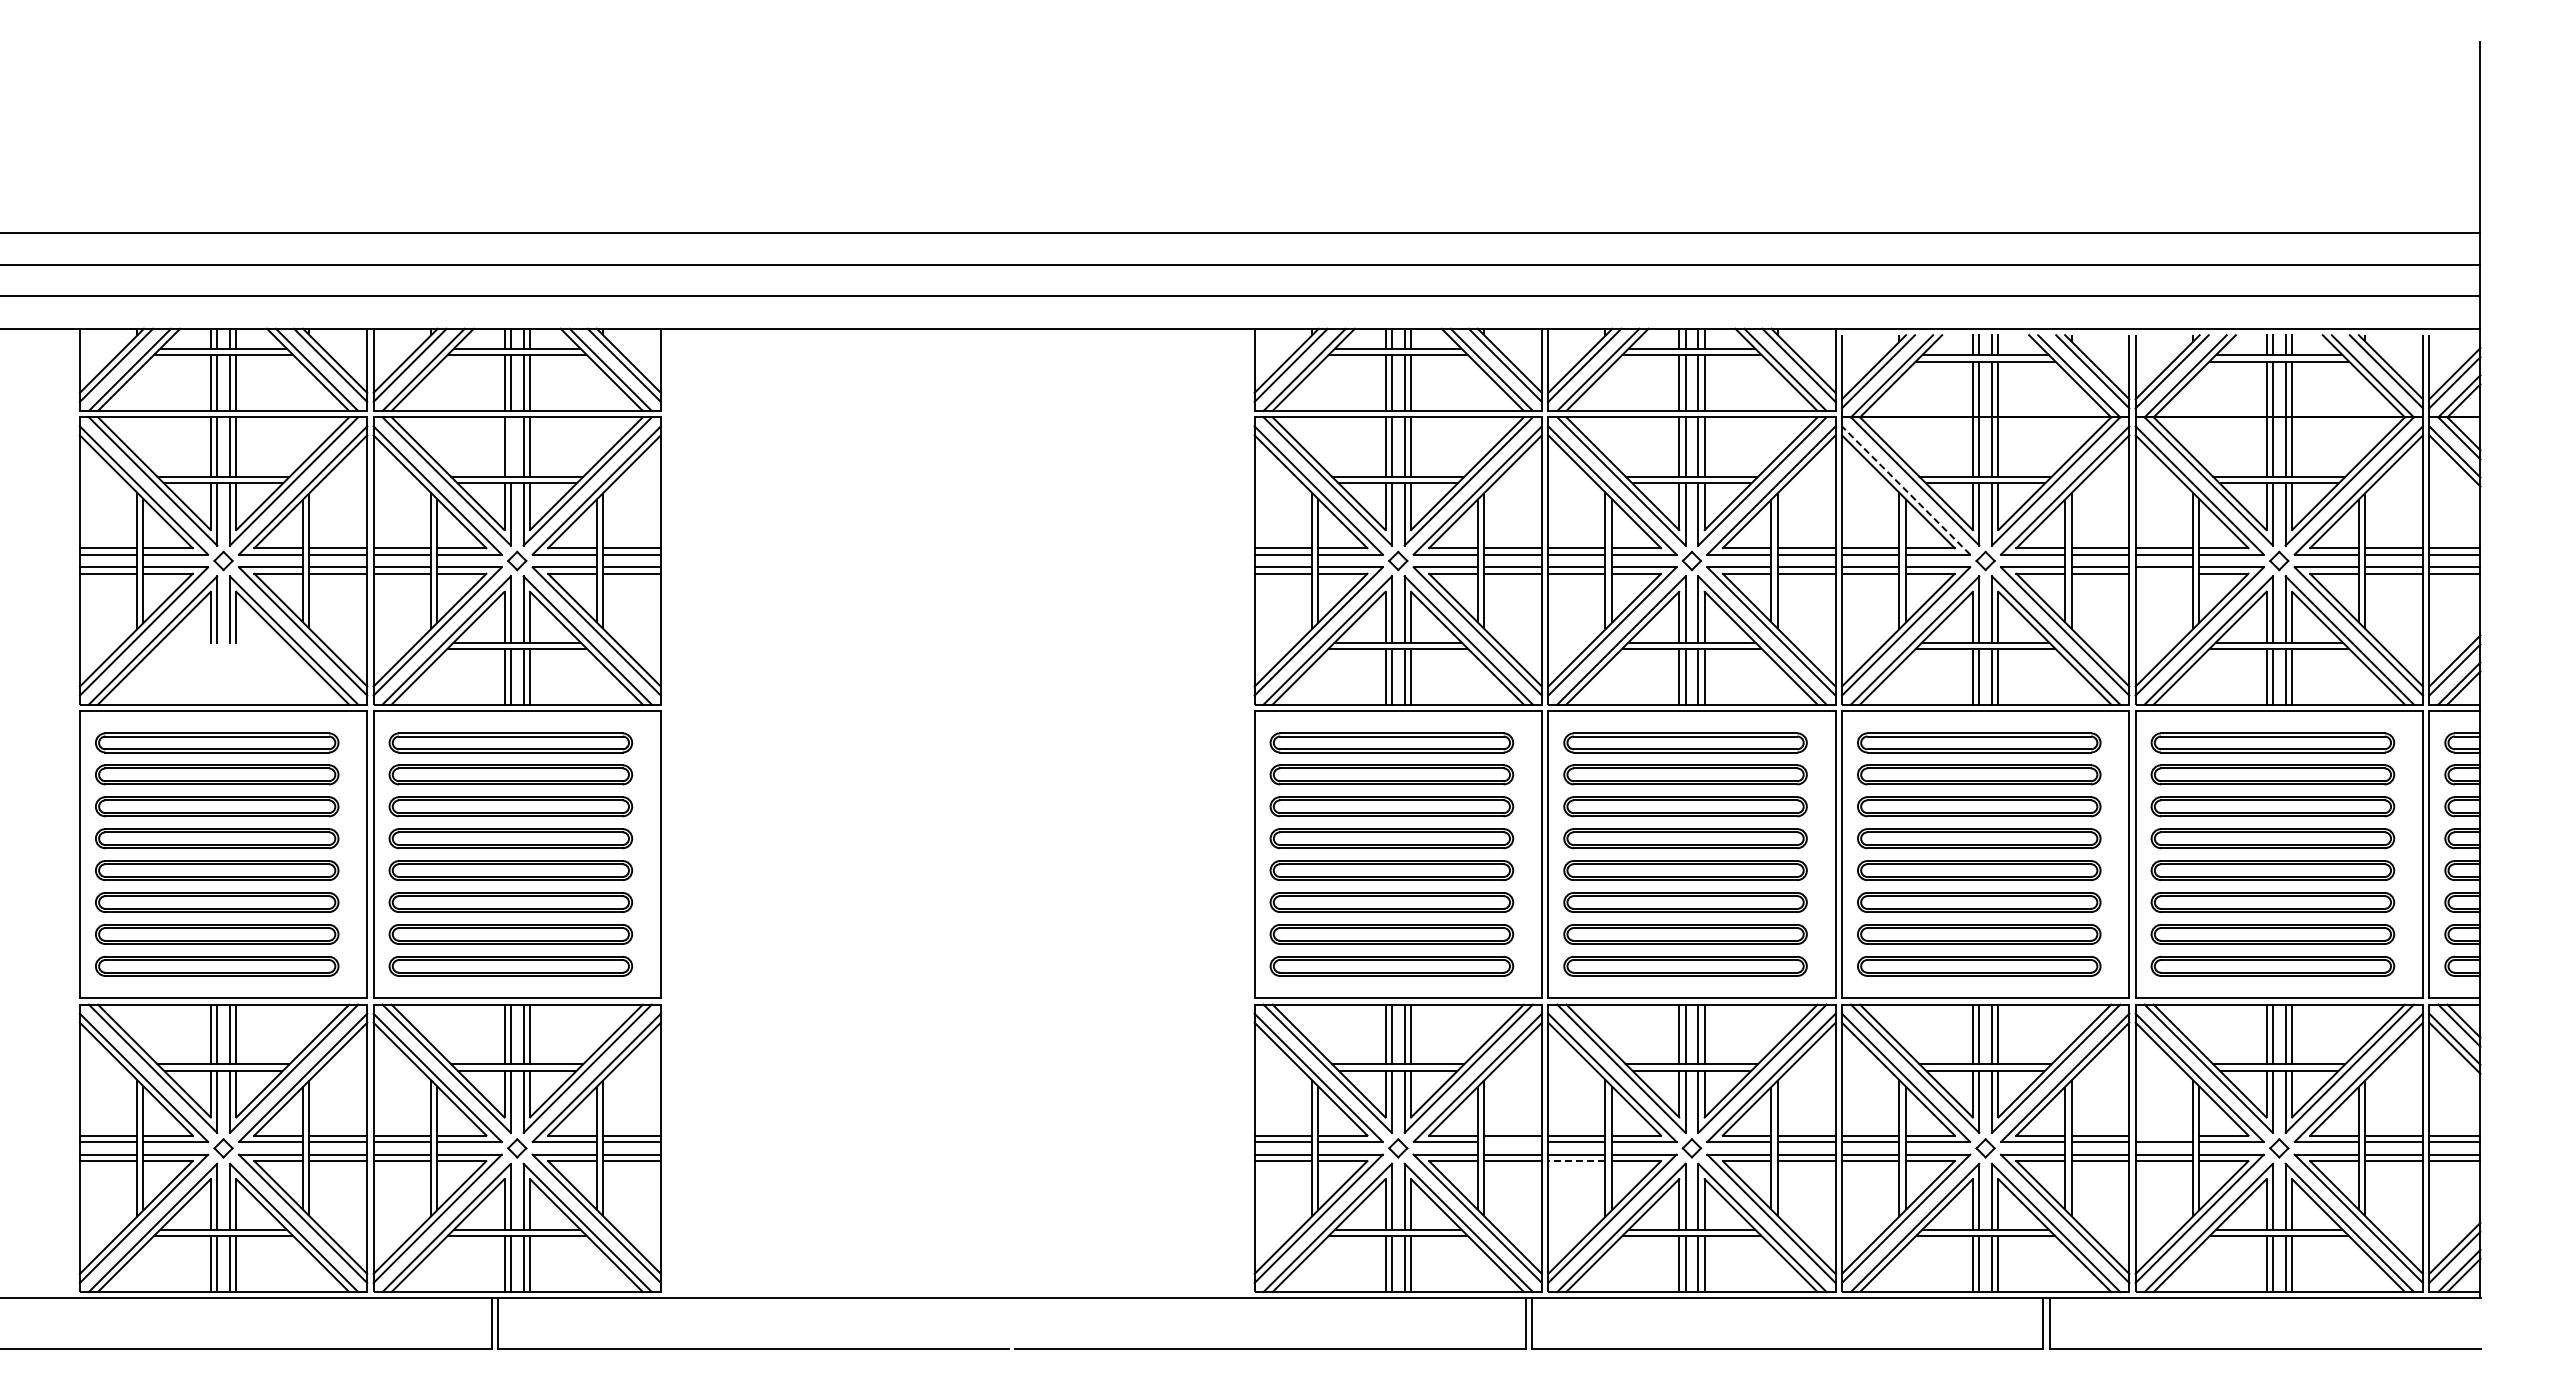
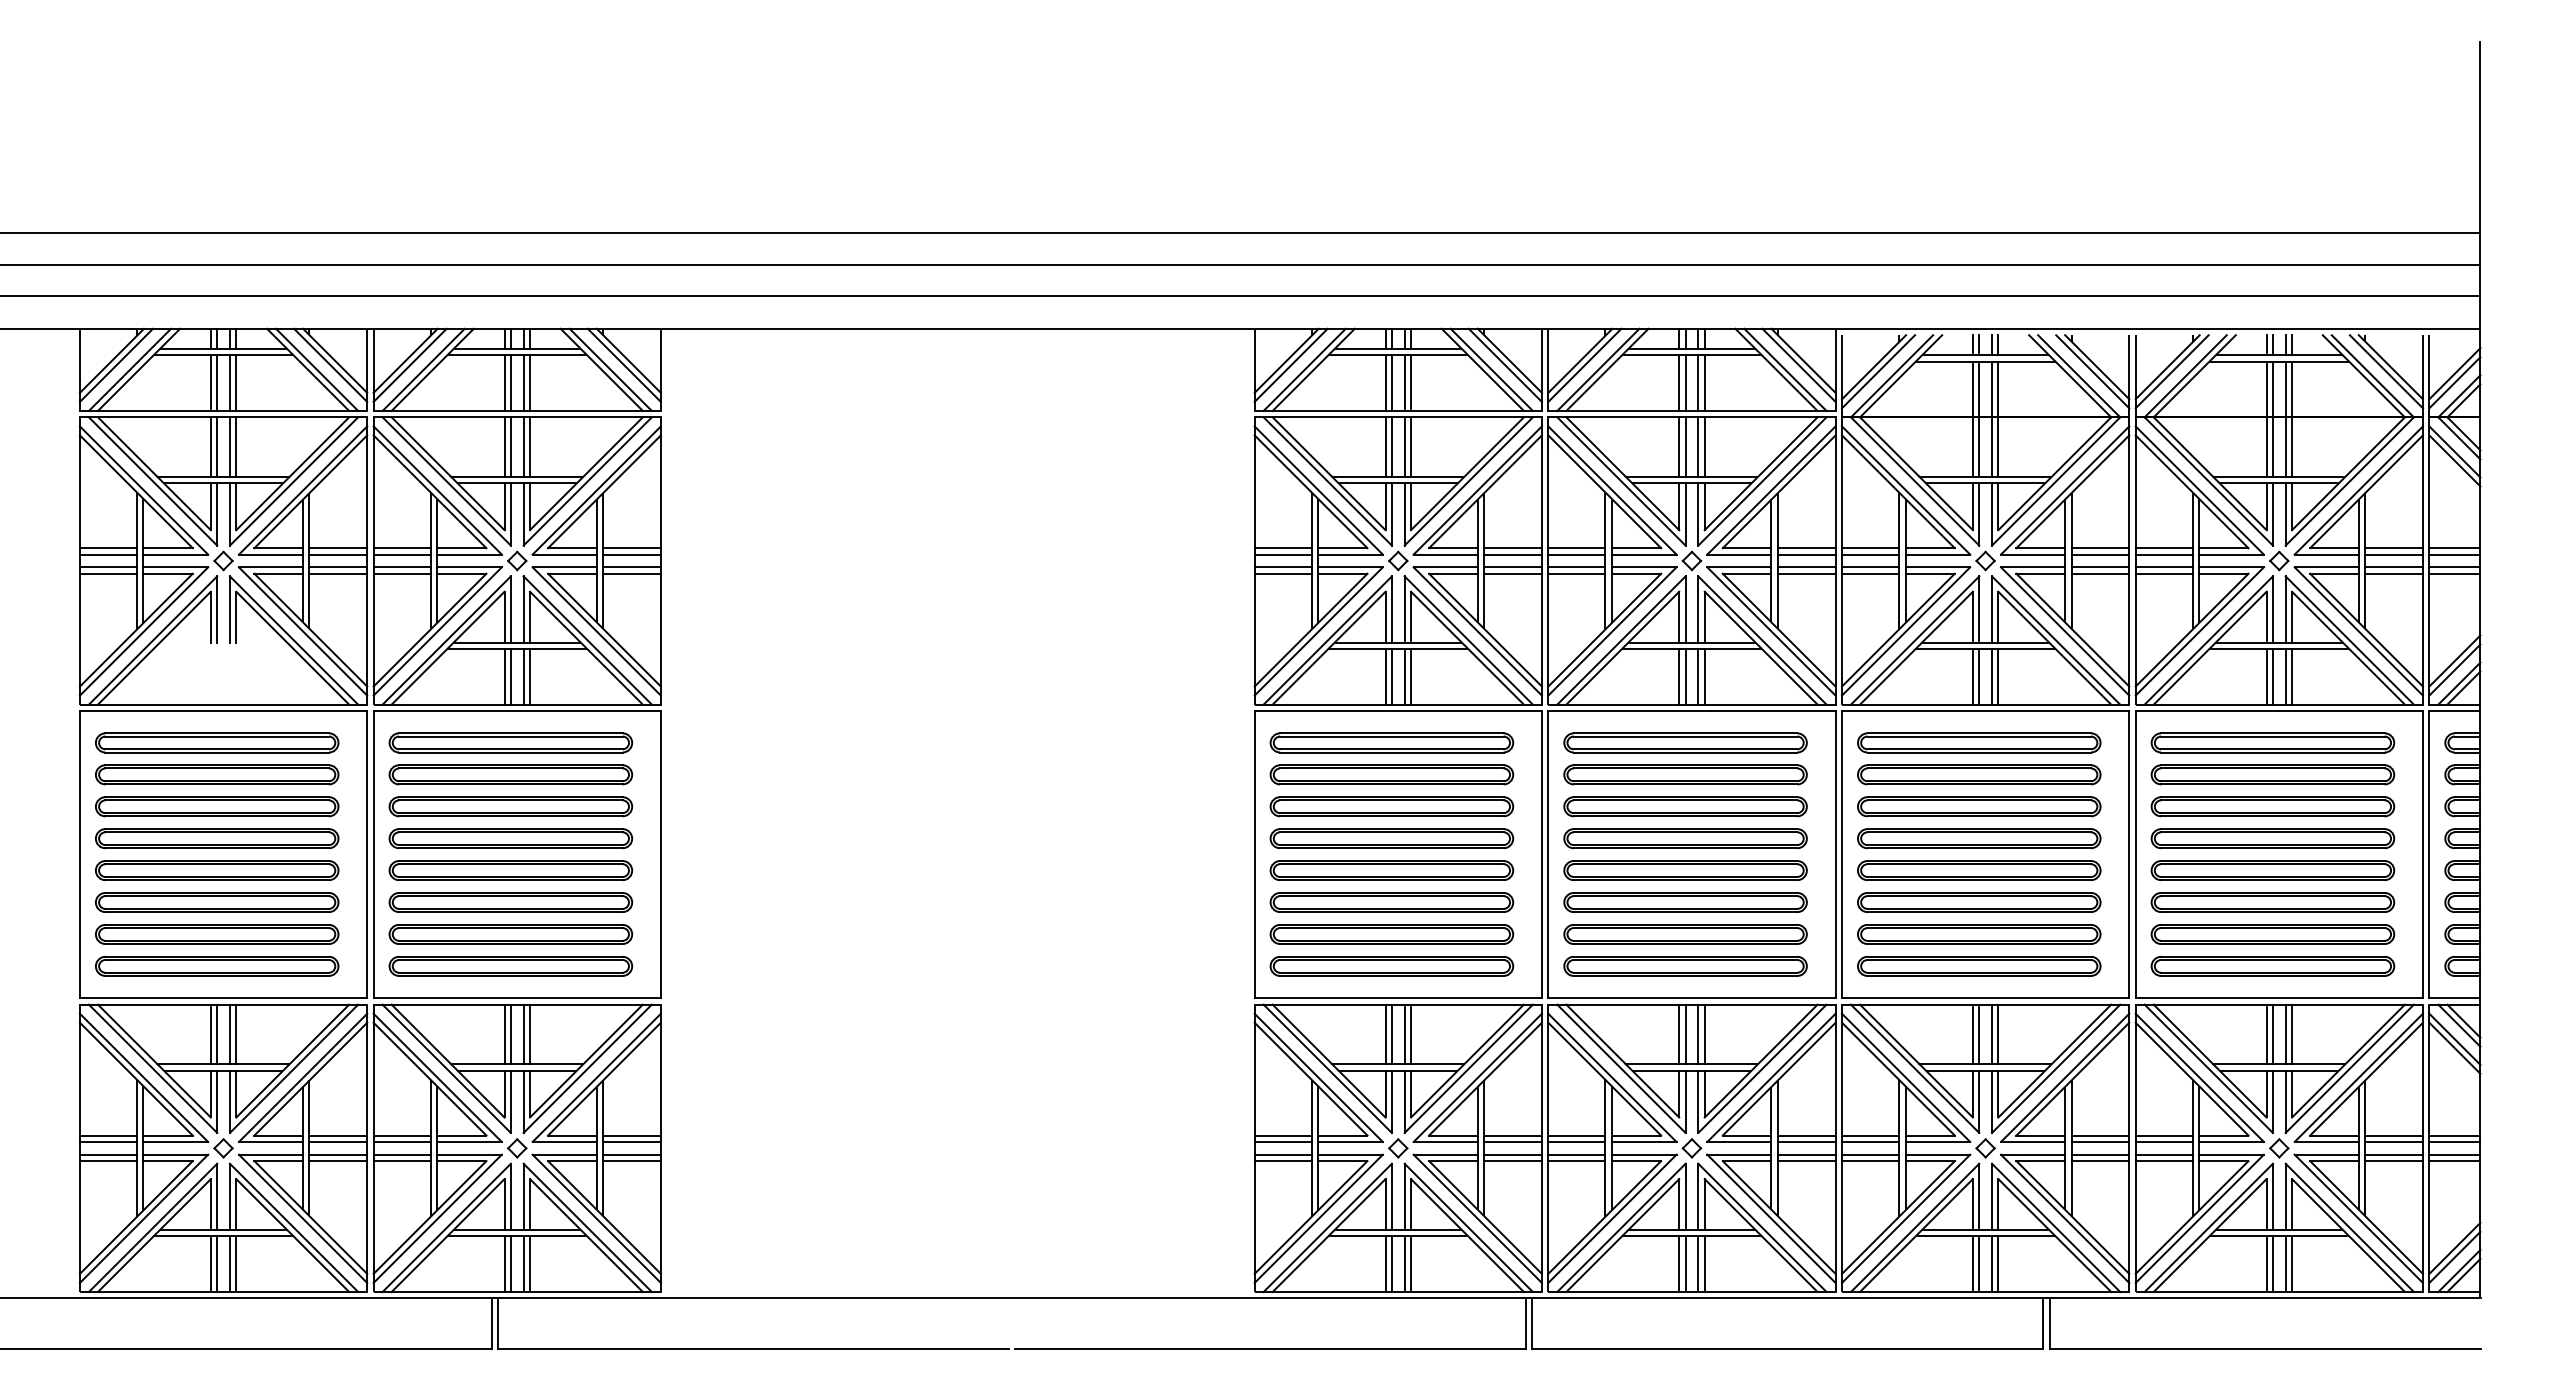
line at (510, 446): none -> present
line at (1906, 490): dashed -> solid
line at (2163, 573): none -> present
line at (2163, 1135): none -> present
line at (1512, 1141): none -> present
line at (1576, 1161): dashed -> solid
